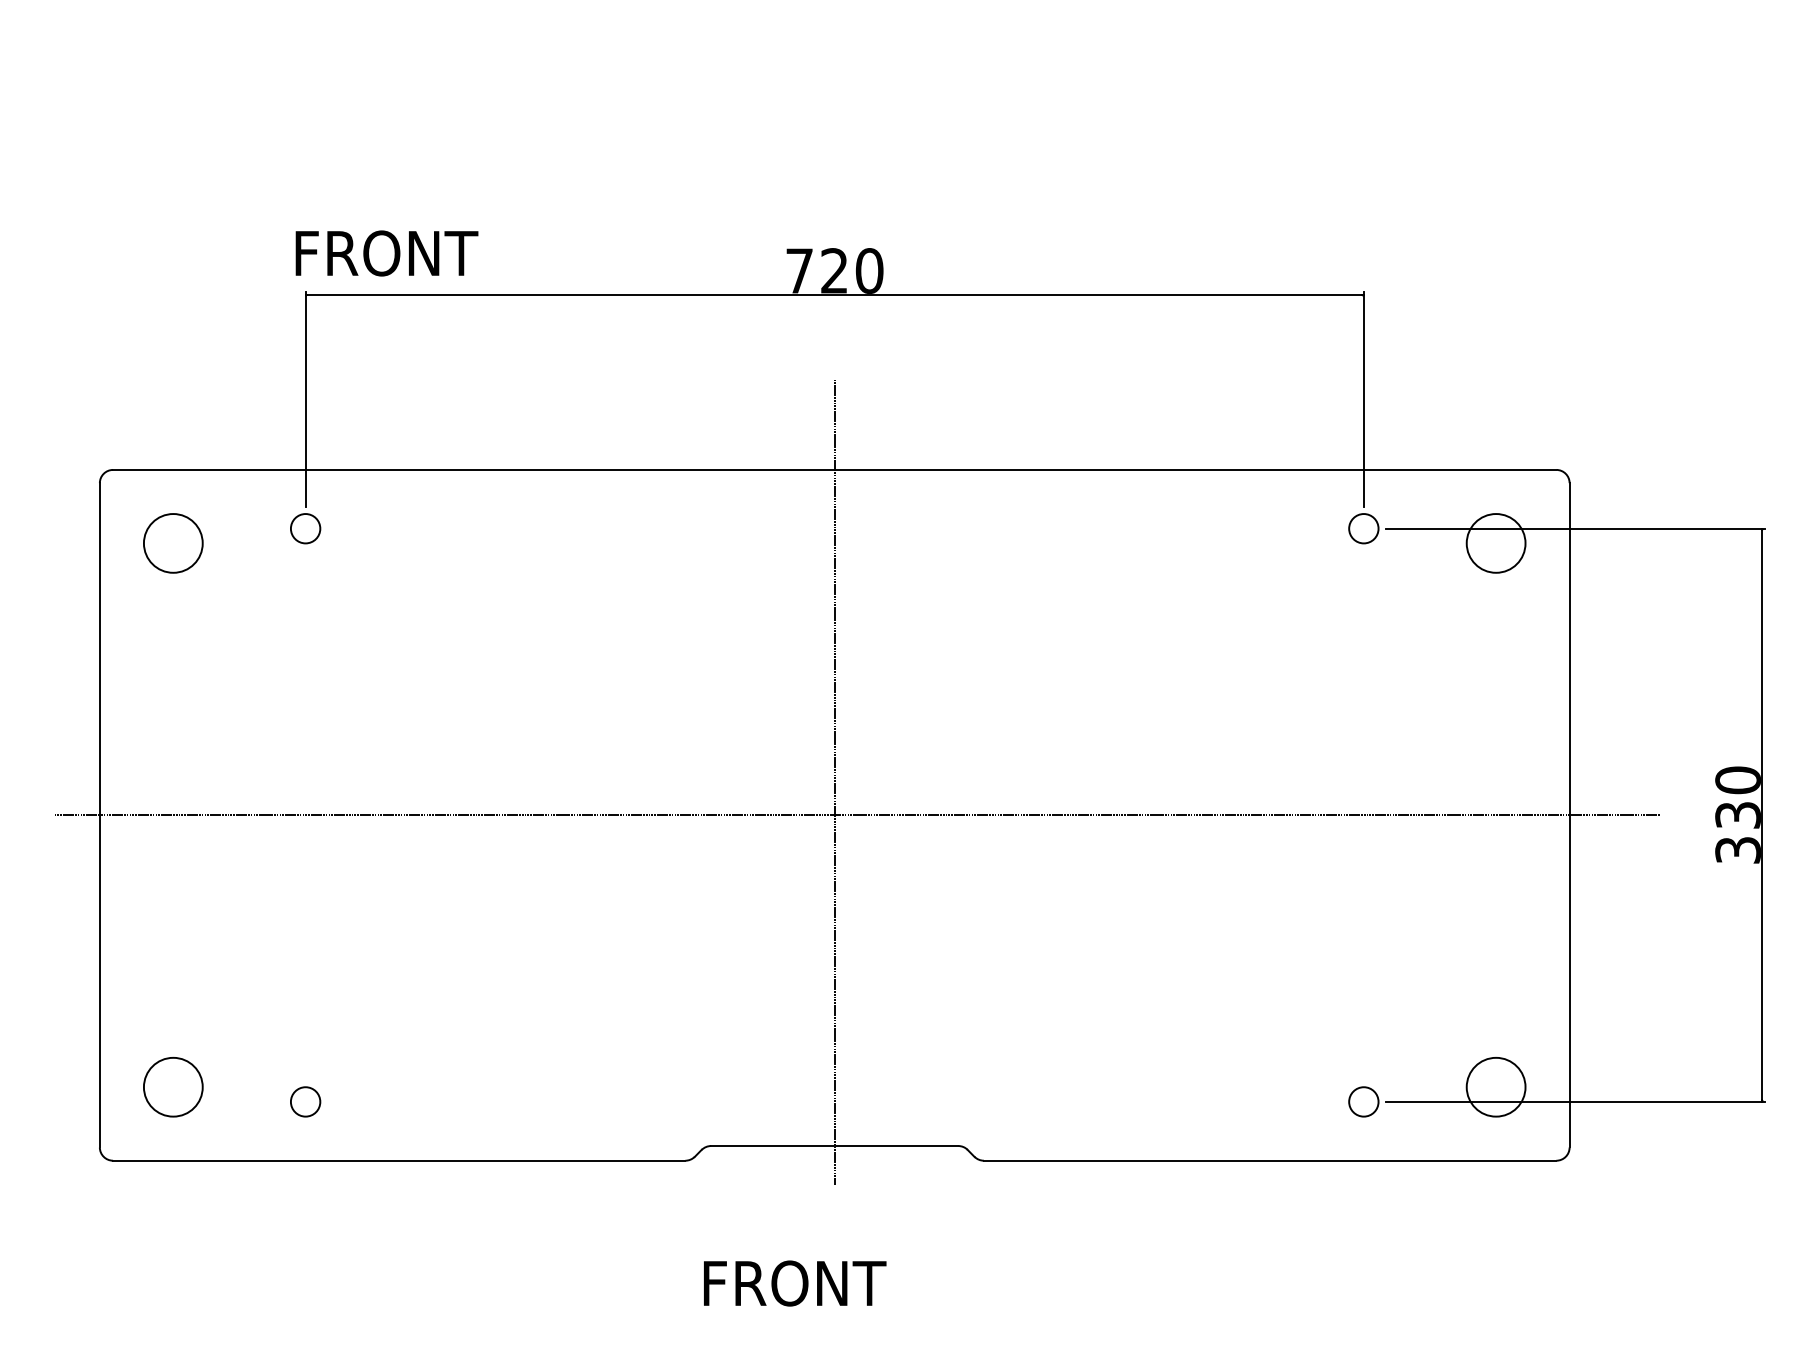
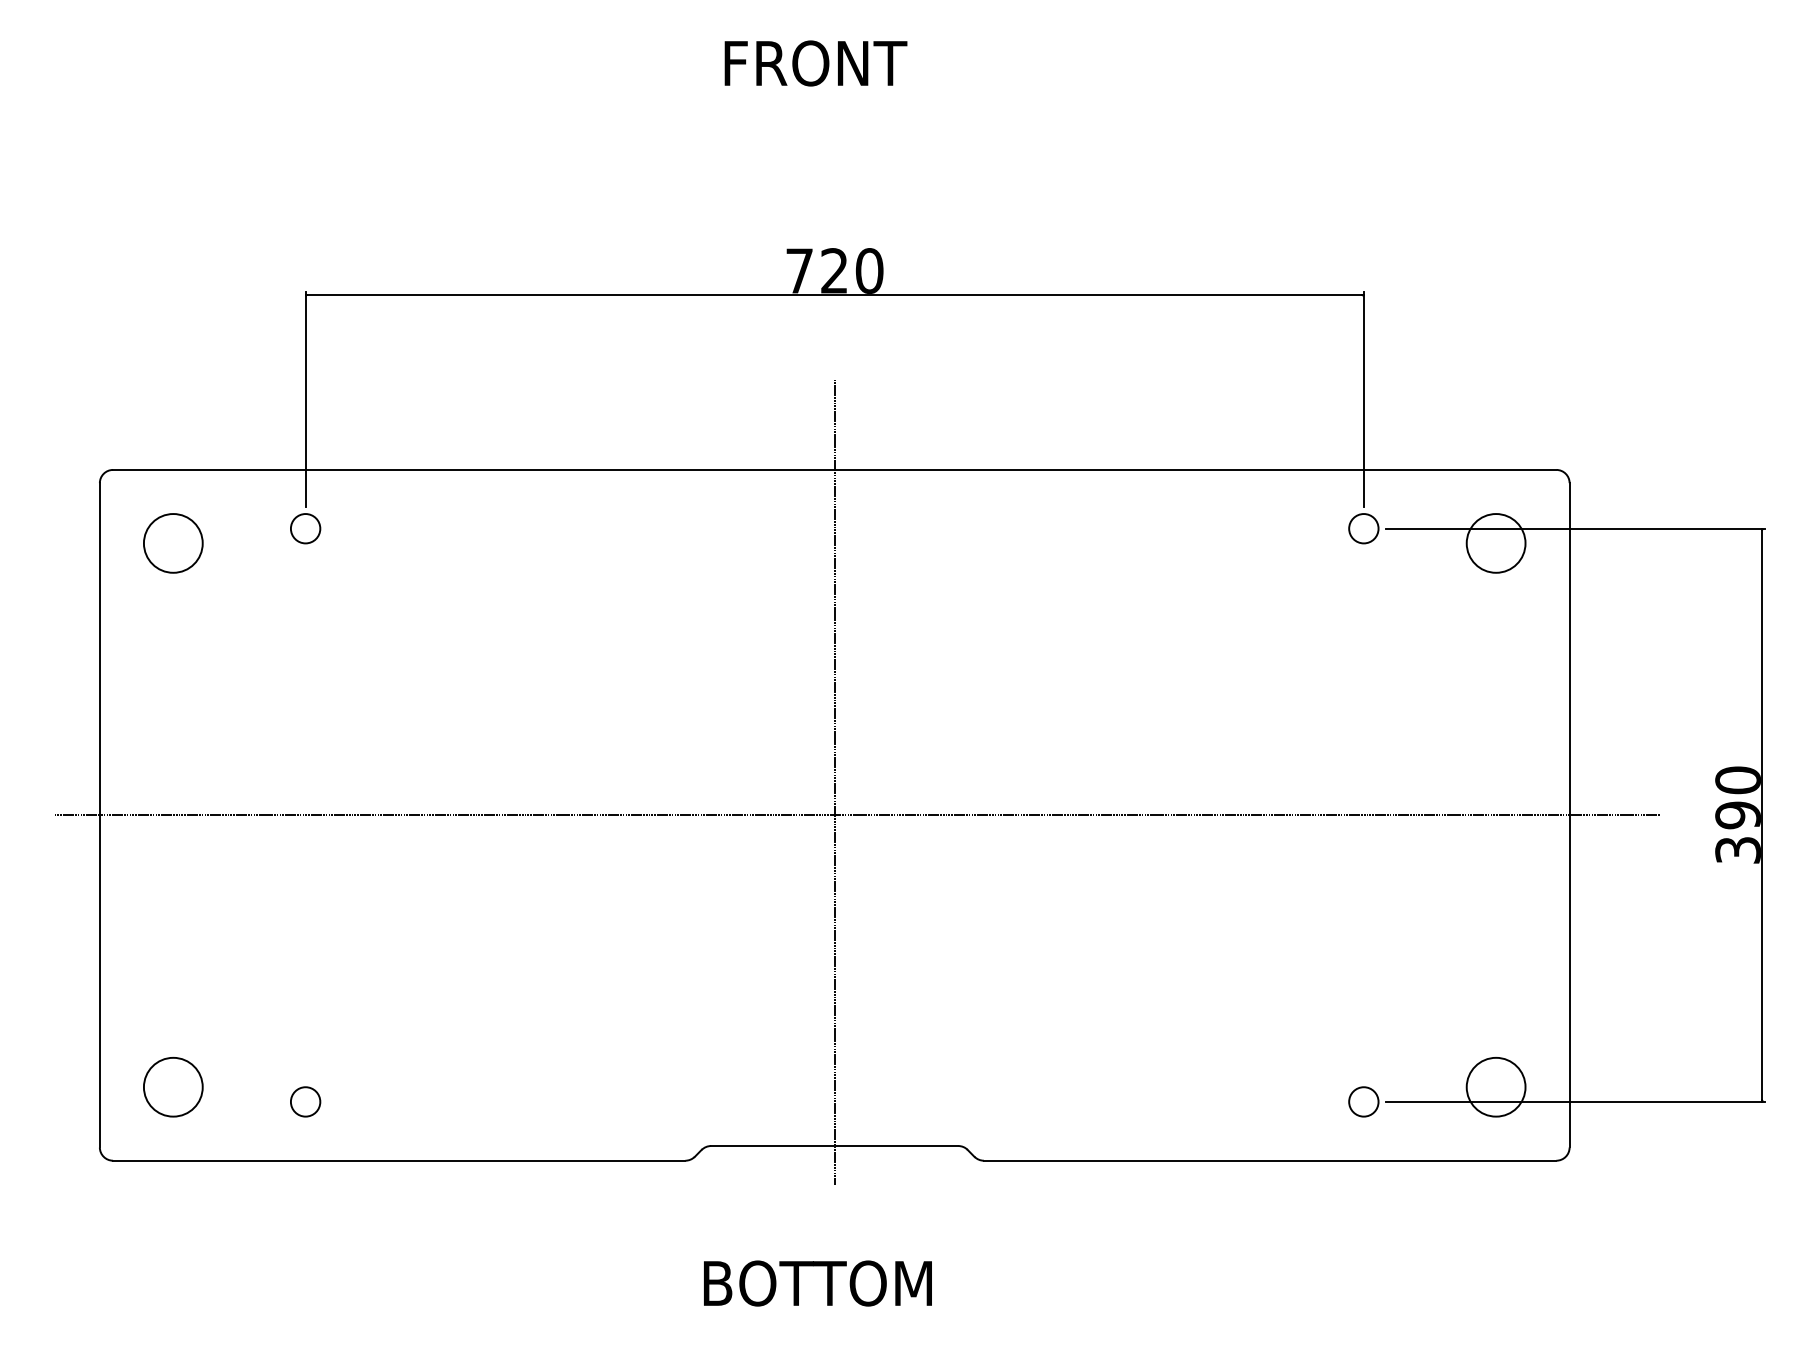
text at (386, 253) position: (386, 253) -> (815, 63)
text at (1737, 815): 330 -> 390
text at (820, 1283): FRONT -> BOTTOM
